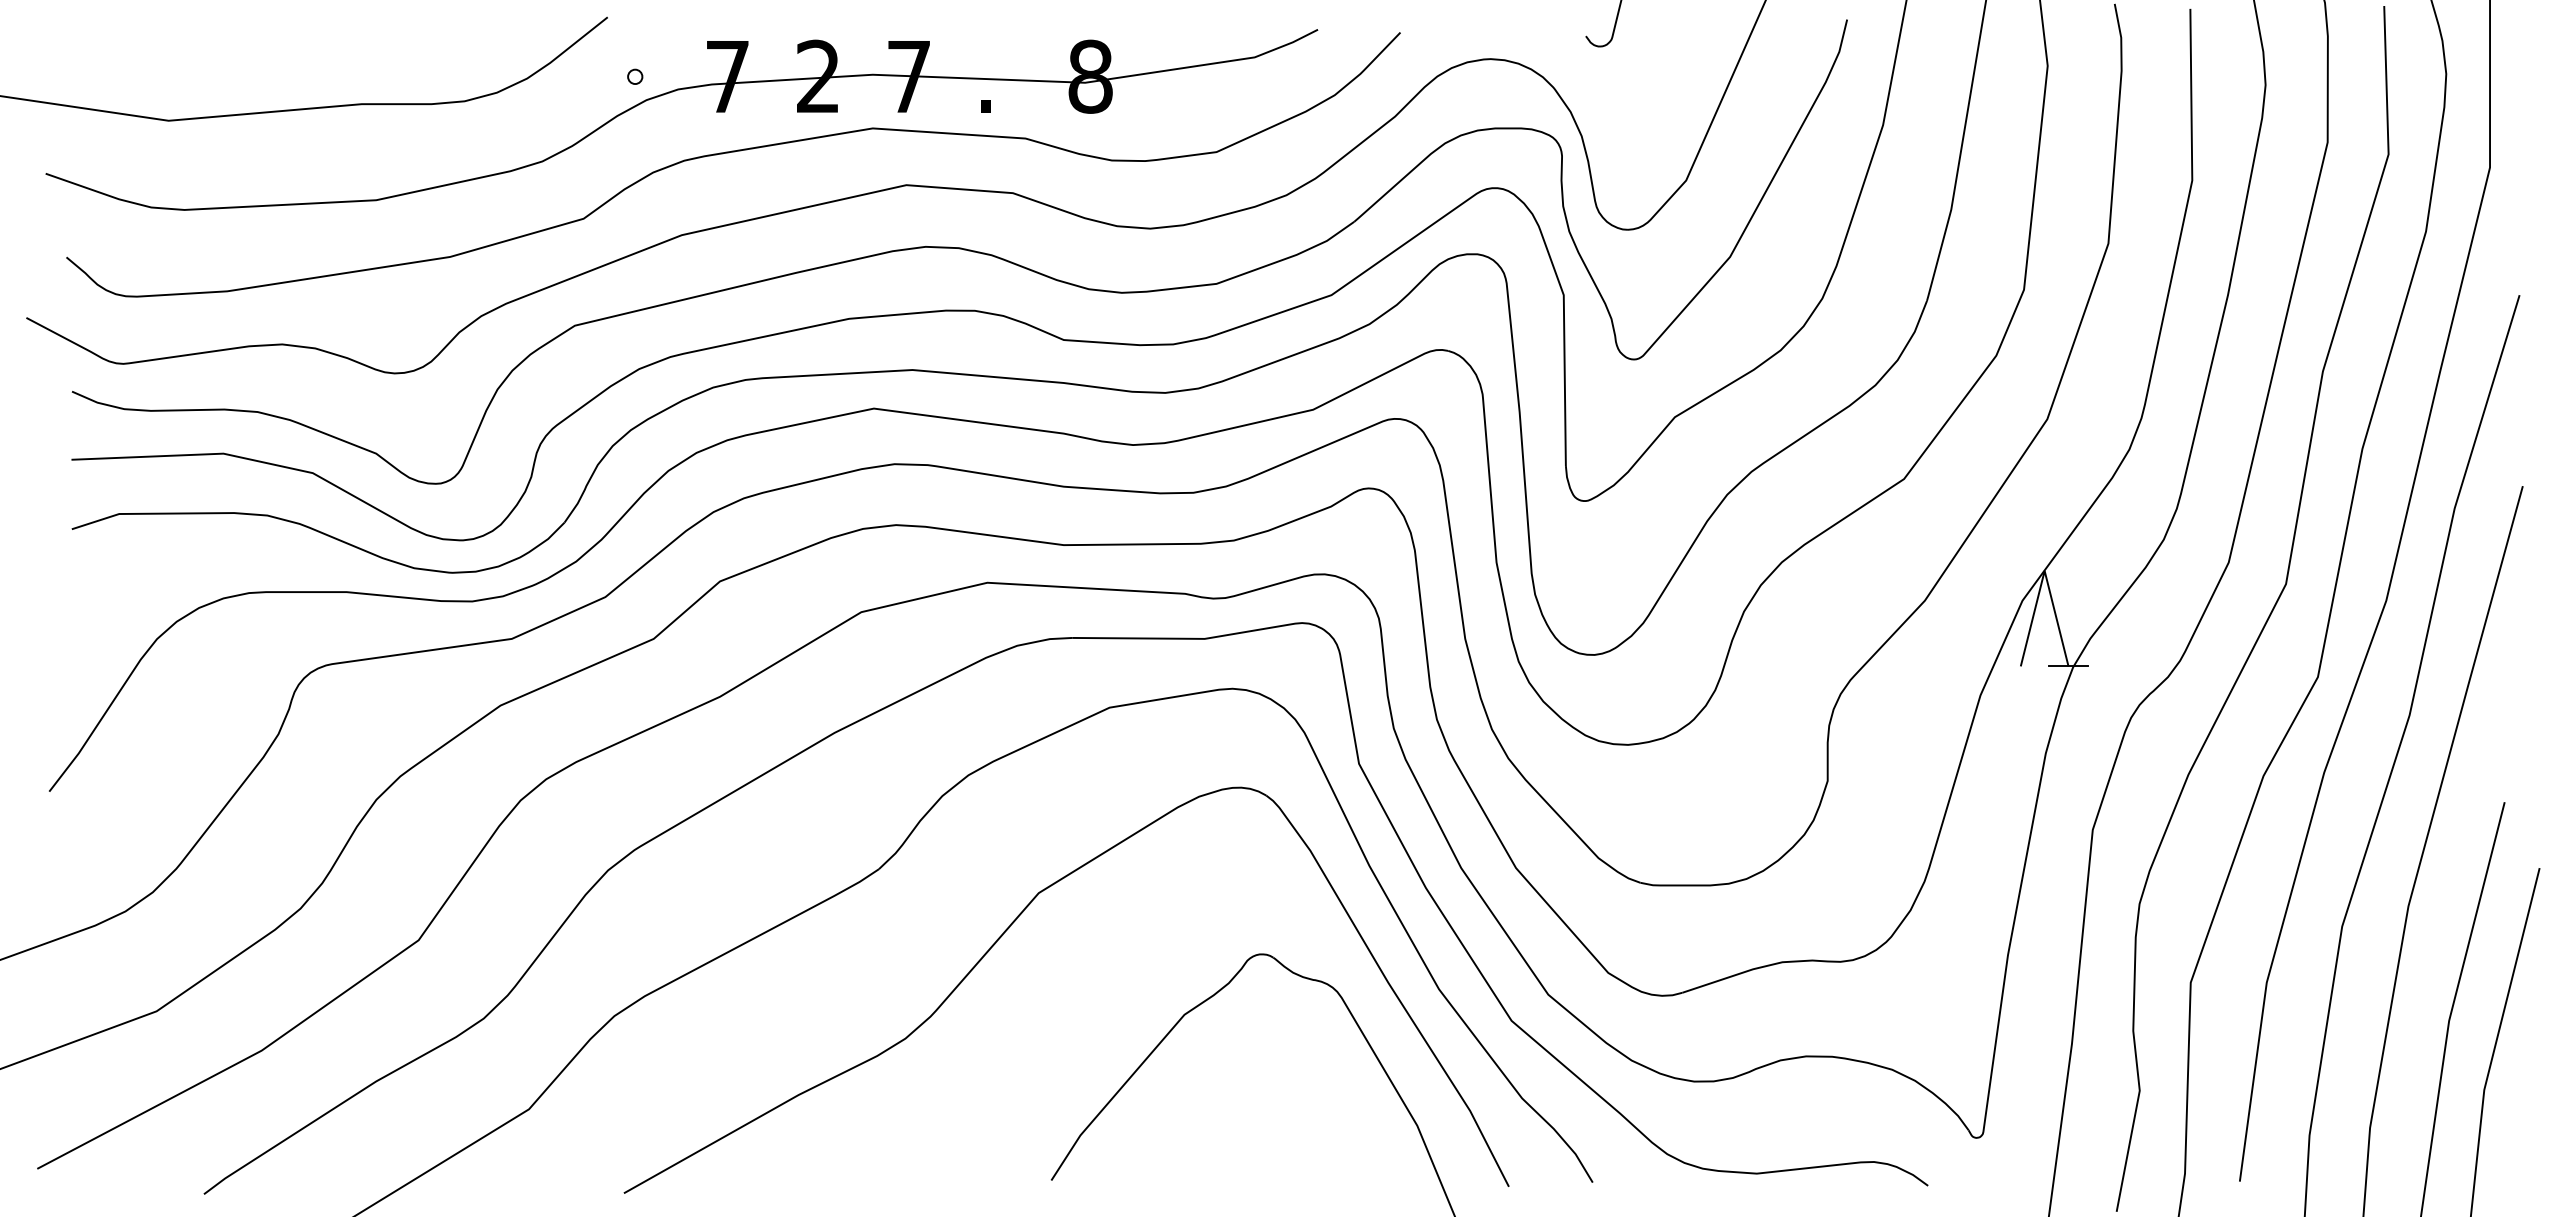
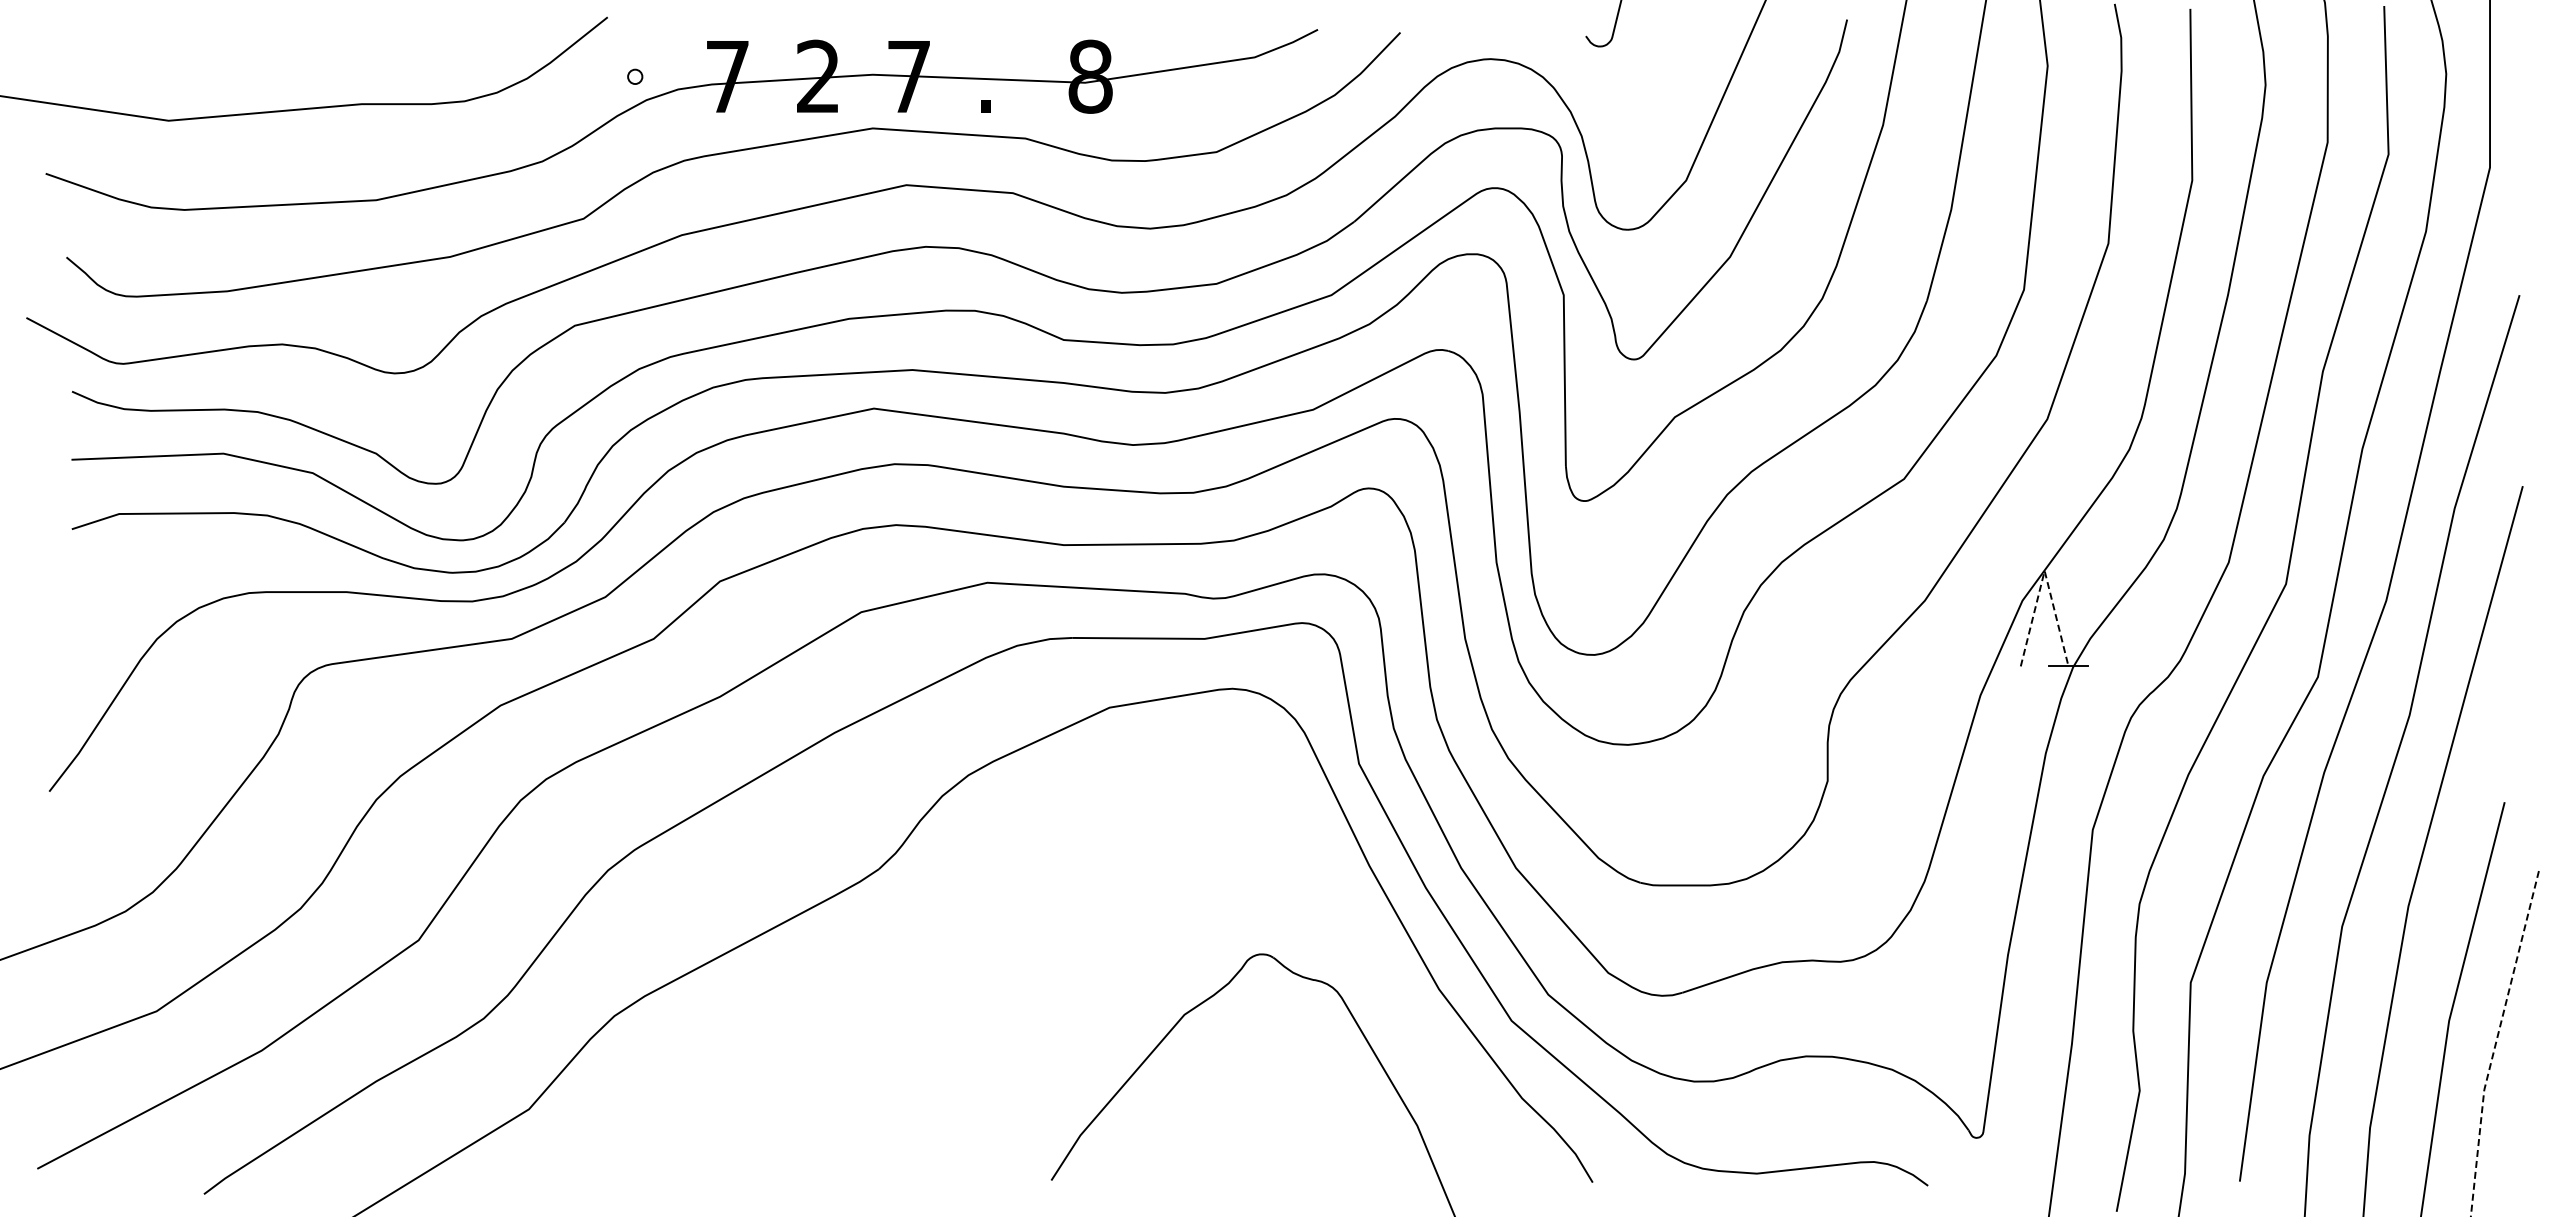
line at (2044, 570): solid -> dashed
part at (1003, 935): present -> none
line at (2496, 1041): solid -> dashed
